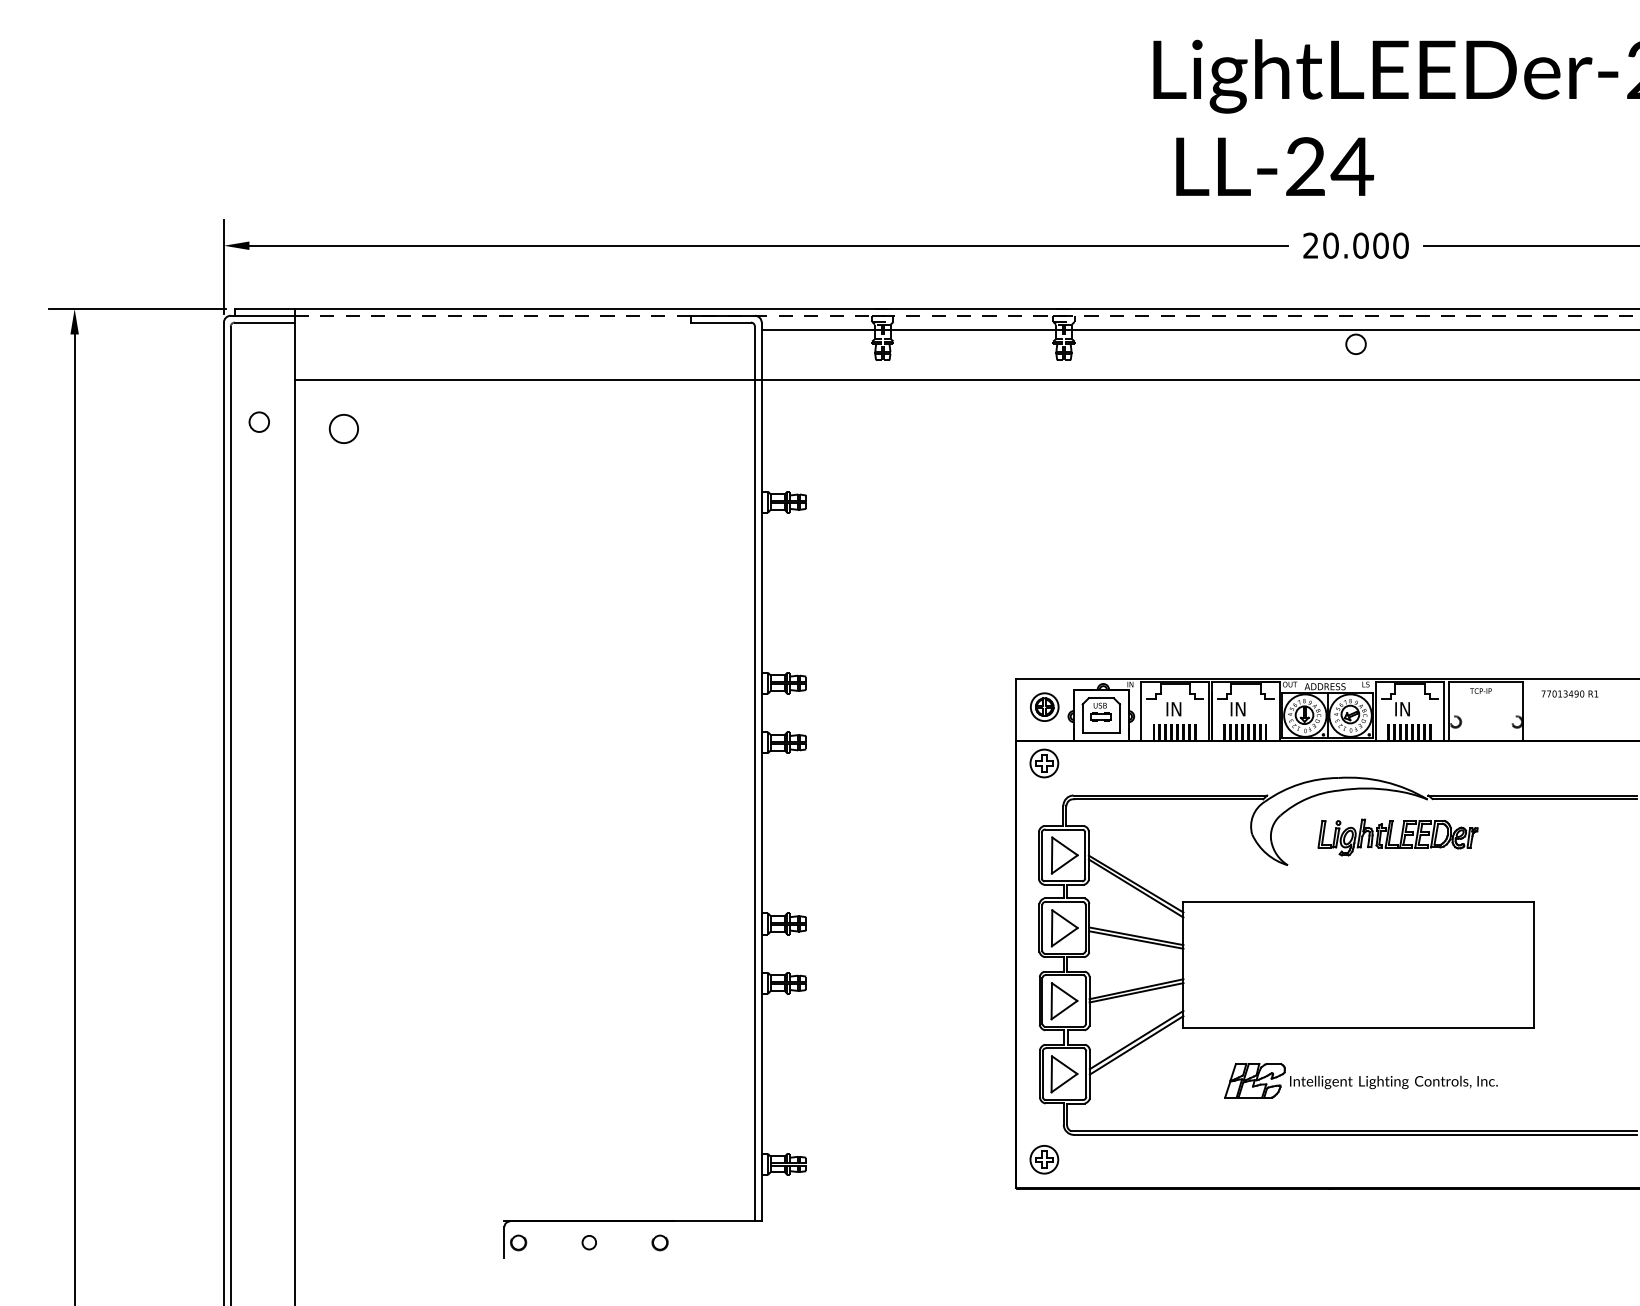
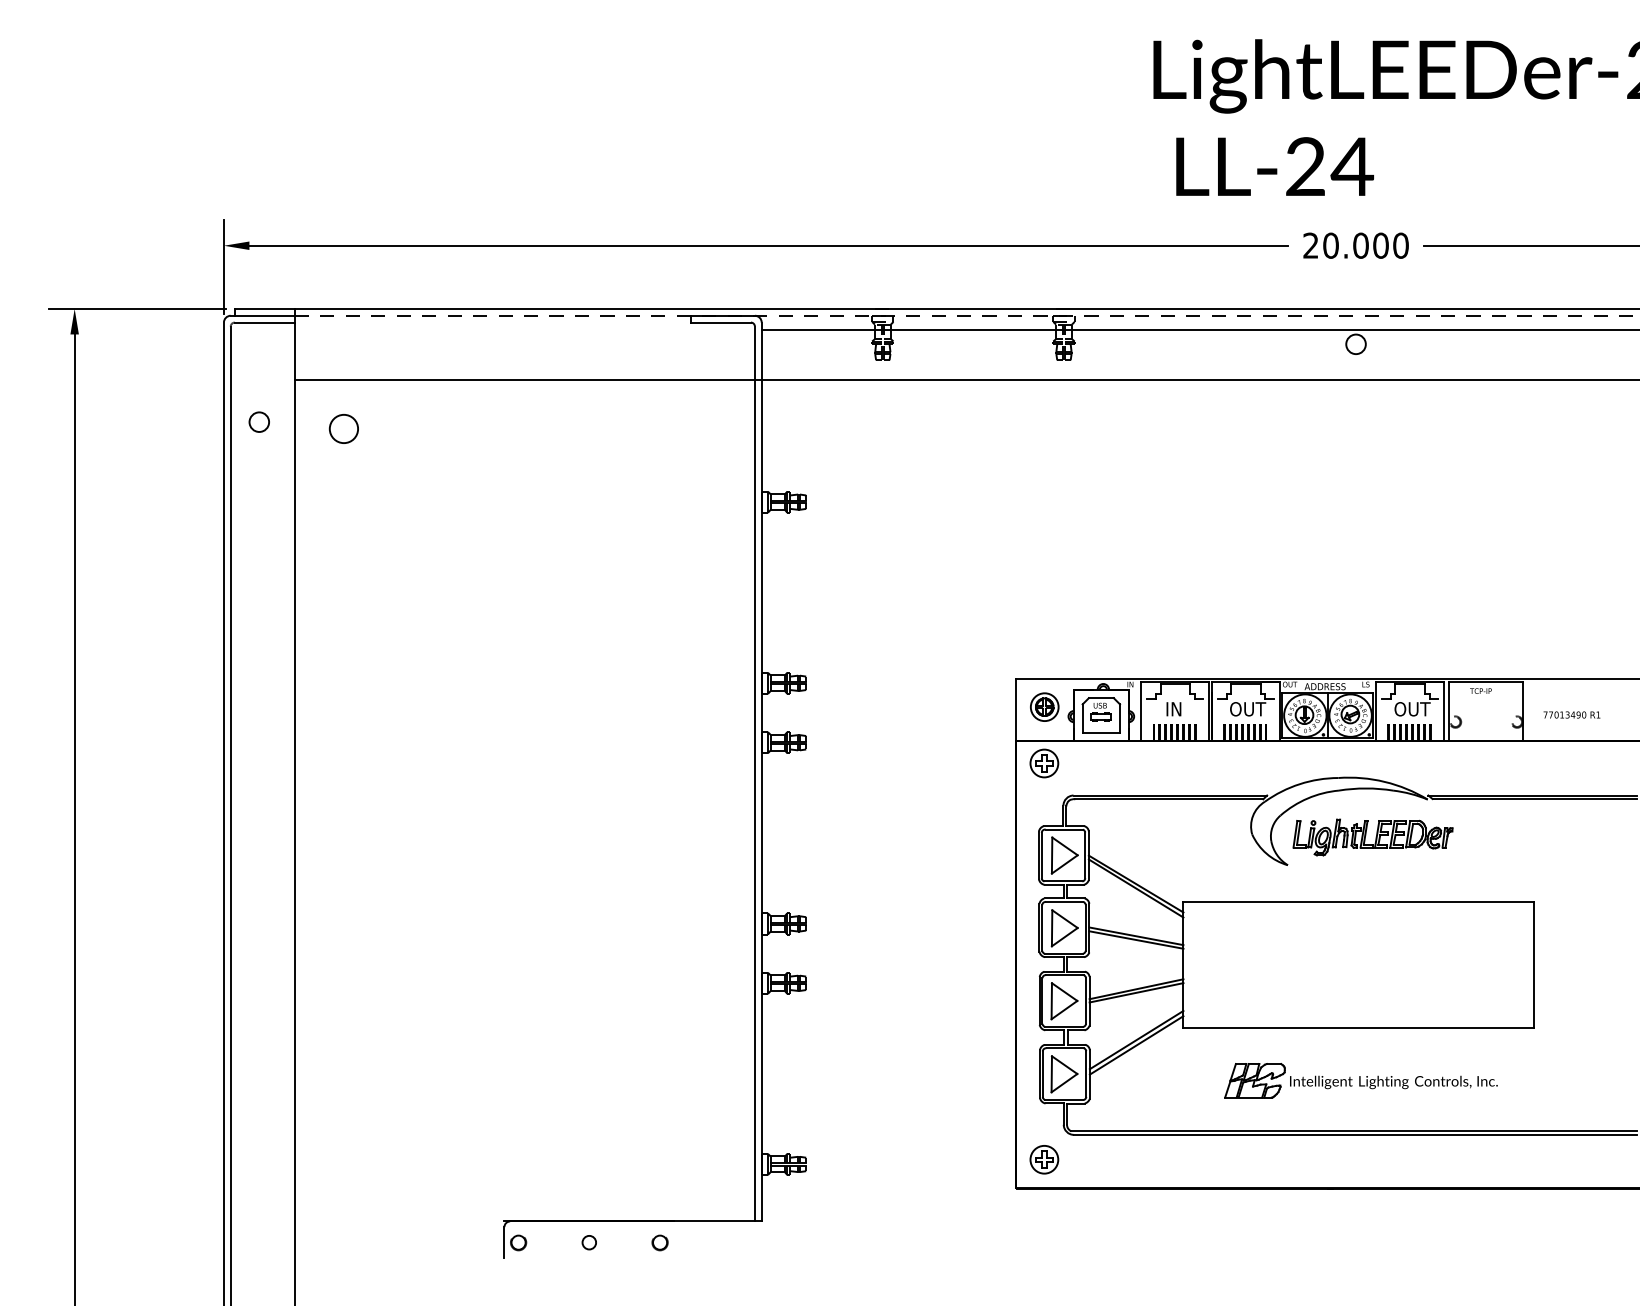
text at (1569, 693) position: (1569, 693) -> (1571, 714)
text at (1248, 709): IN -> OUT
text at (1412, 709): IN -> OUT
part at (1397, 837) position: (1397, 837) -> (1372, 837)
